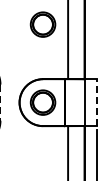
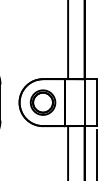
part at (42, 24): present -> none
line at (97, 102): dashed -> solid
line at (0, 103): dashed -> solid
